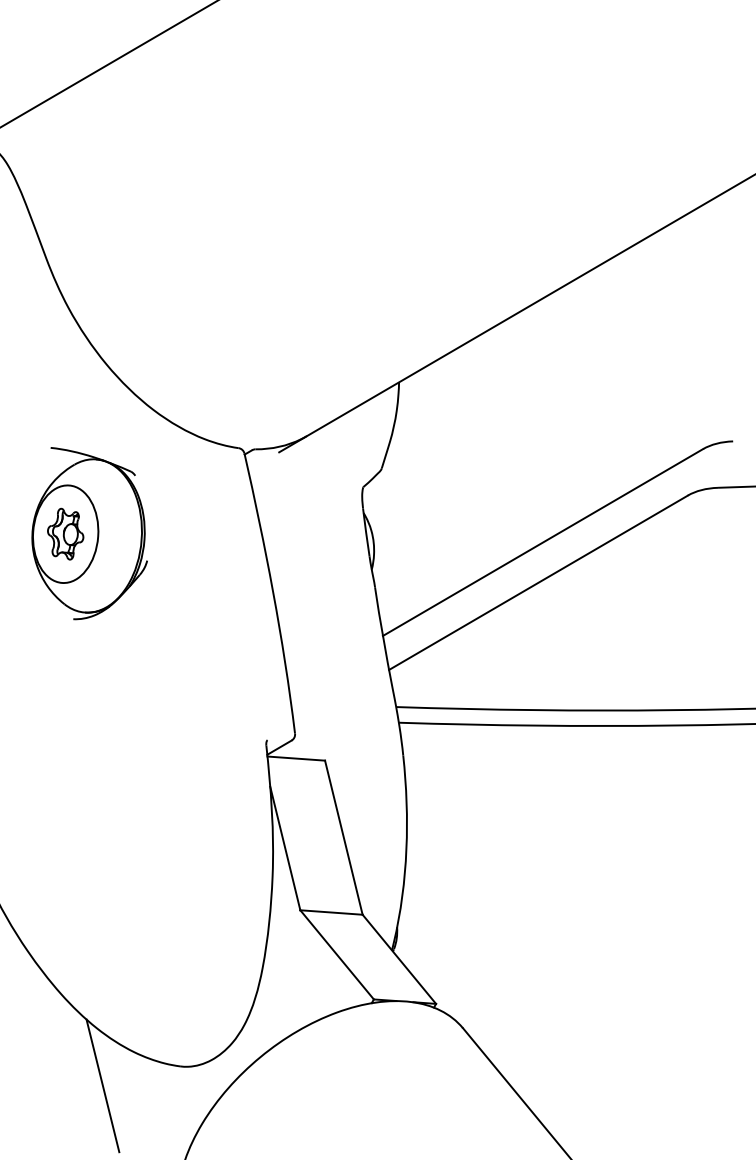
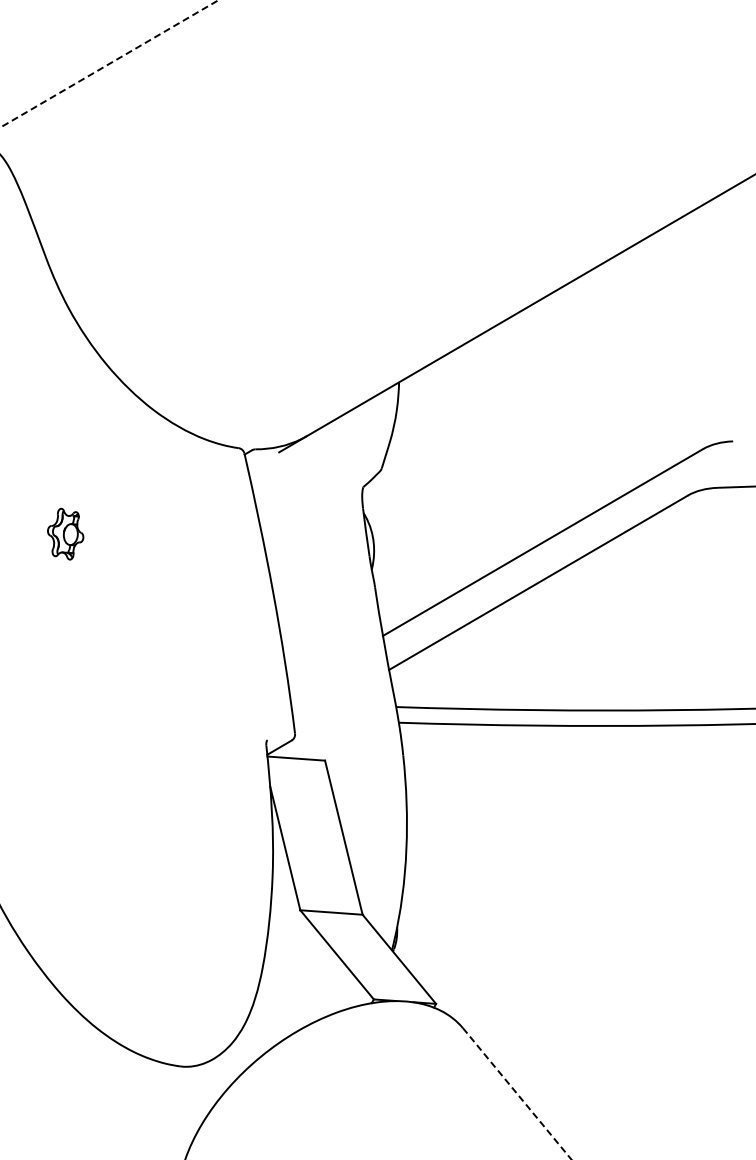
line at (109, 63): solid -> dashed
part at (89, 533): present -> none
line at (102, 1085): present -> none
line at (517, 1094): solid -> dashed
